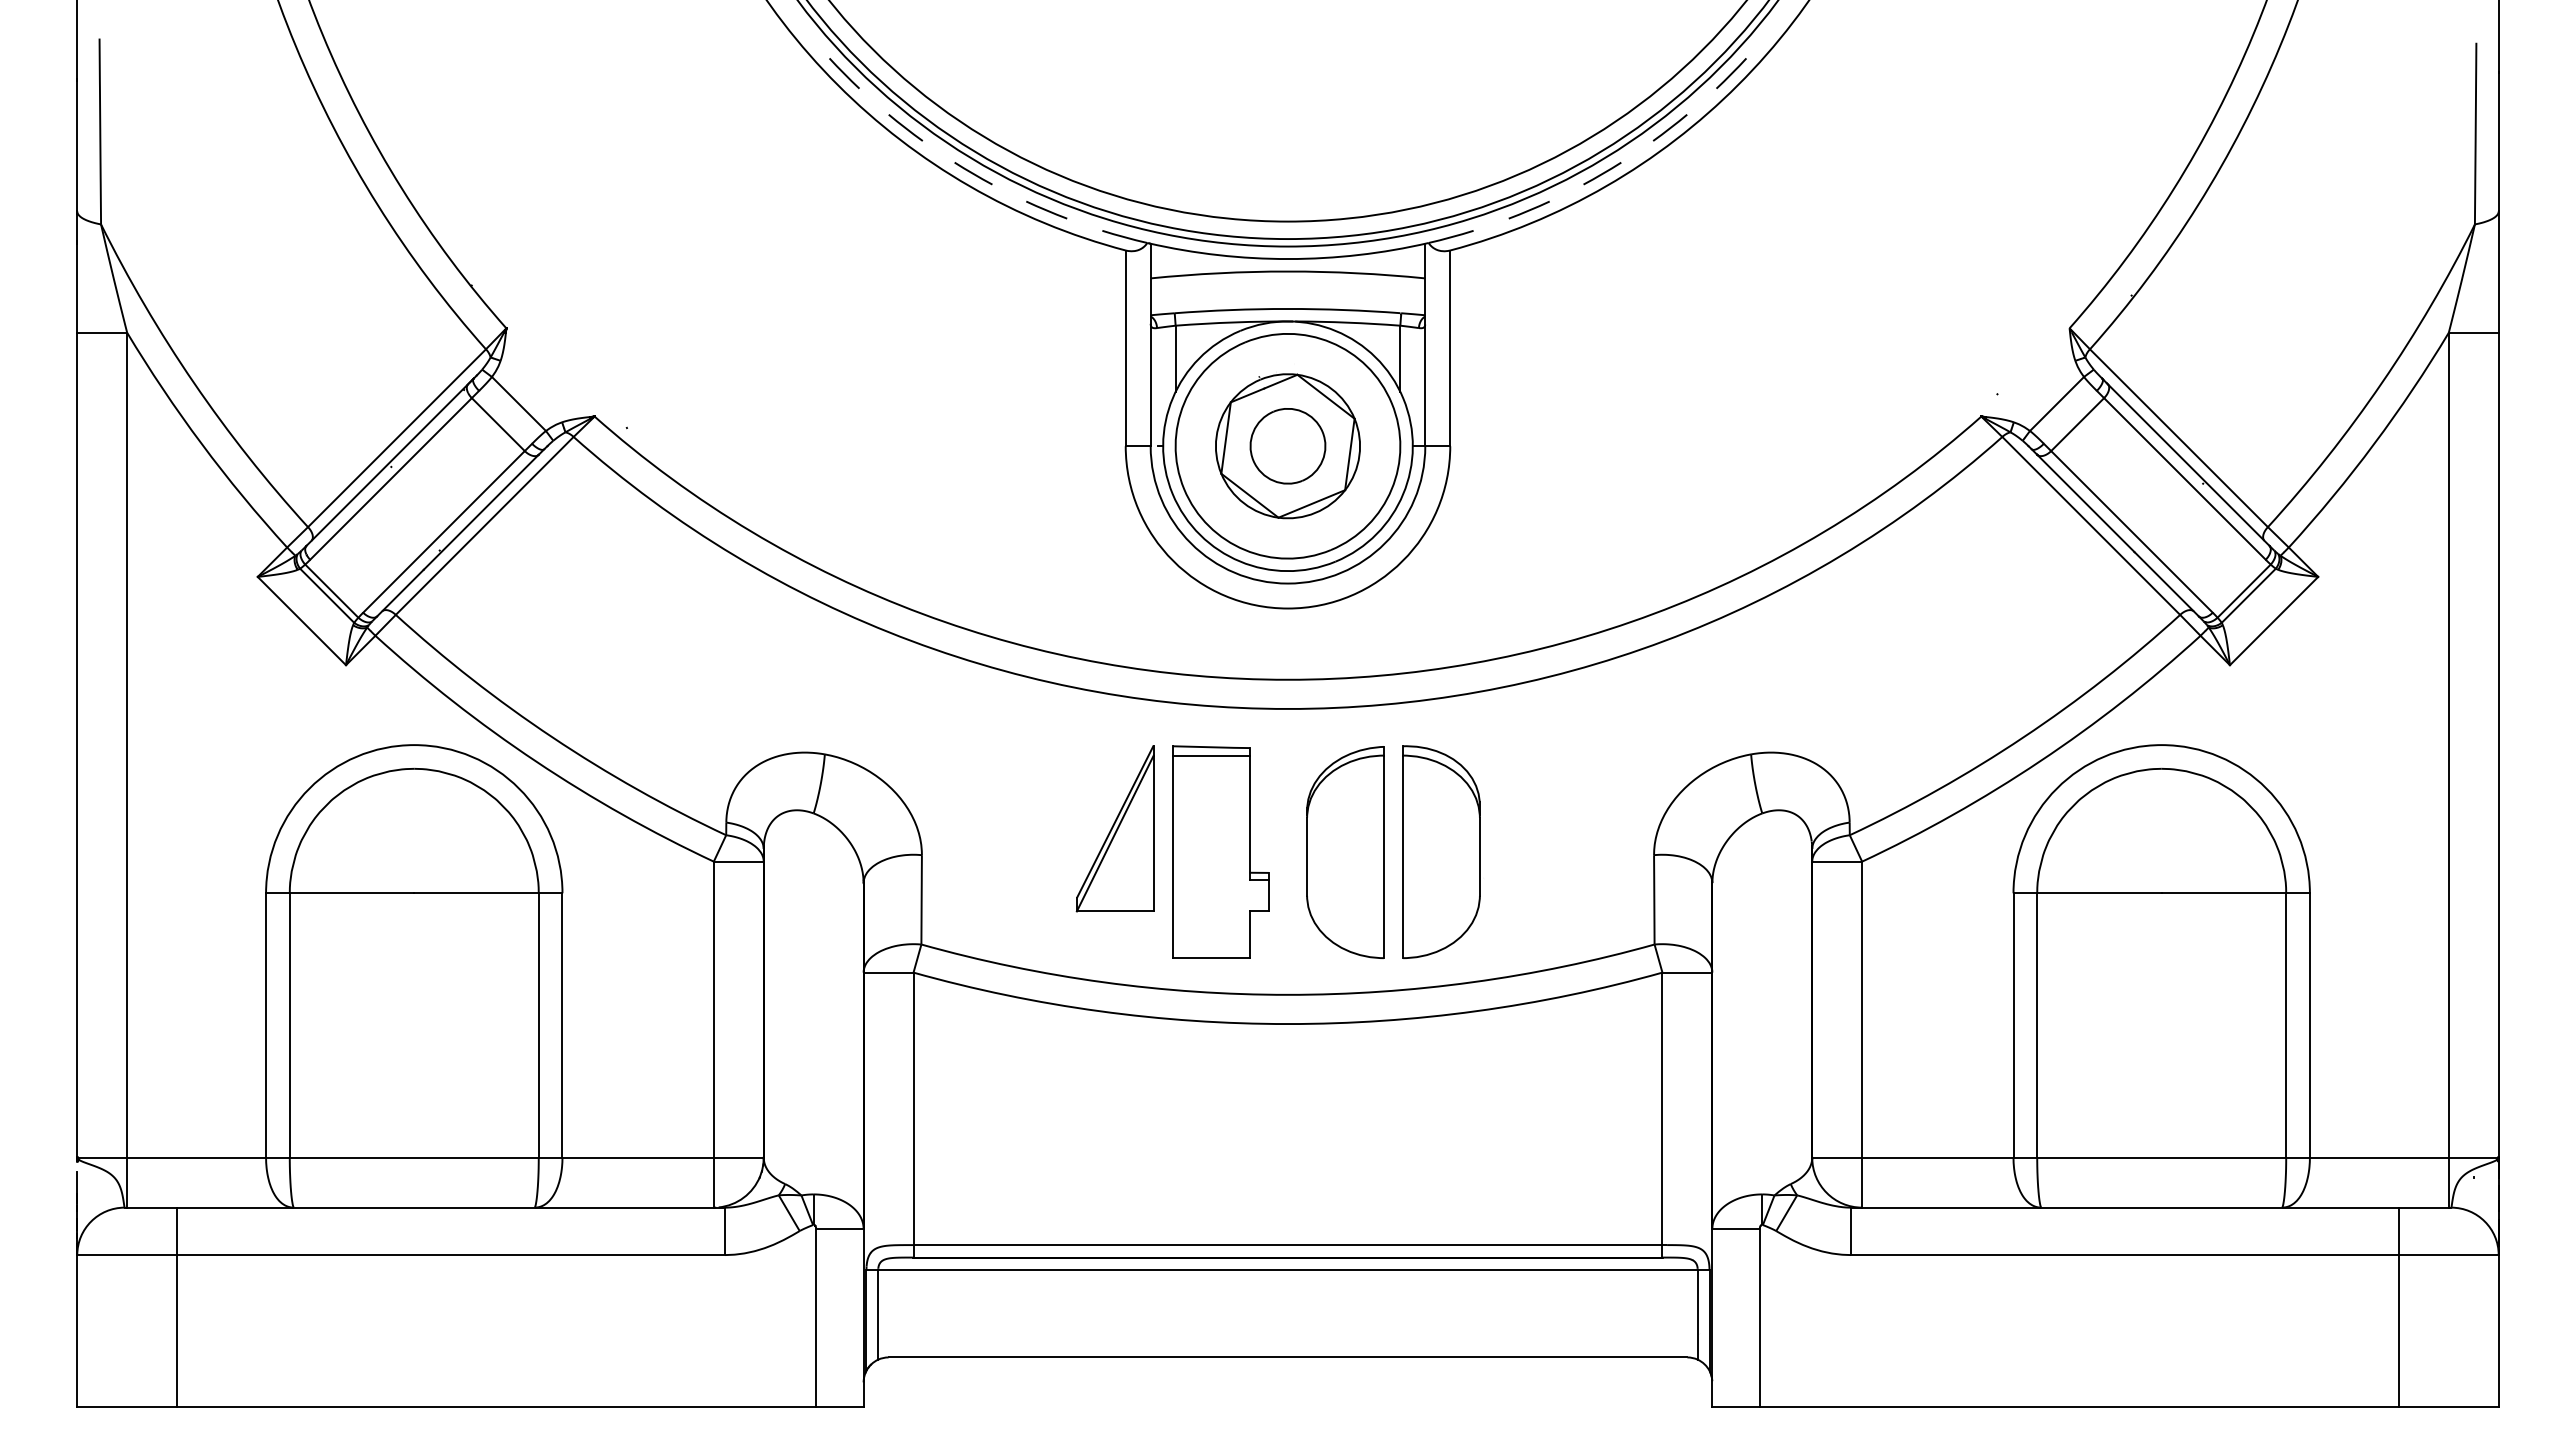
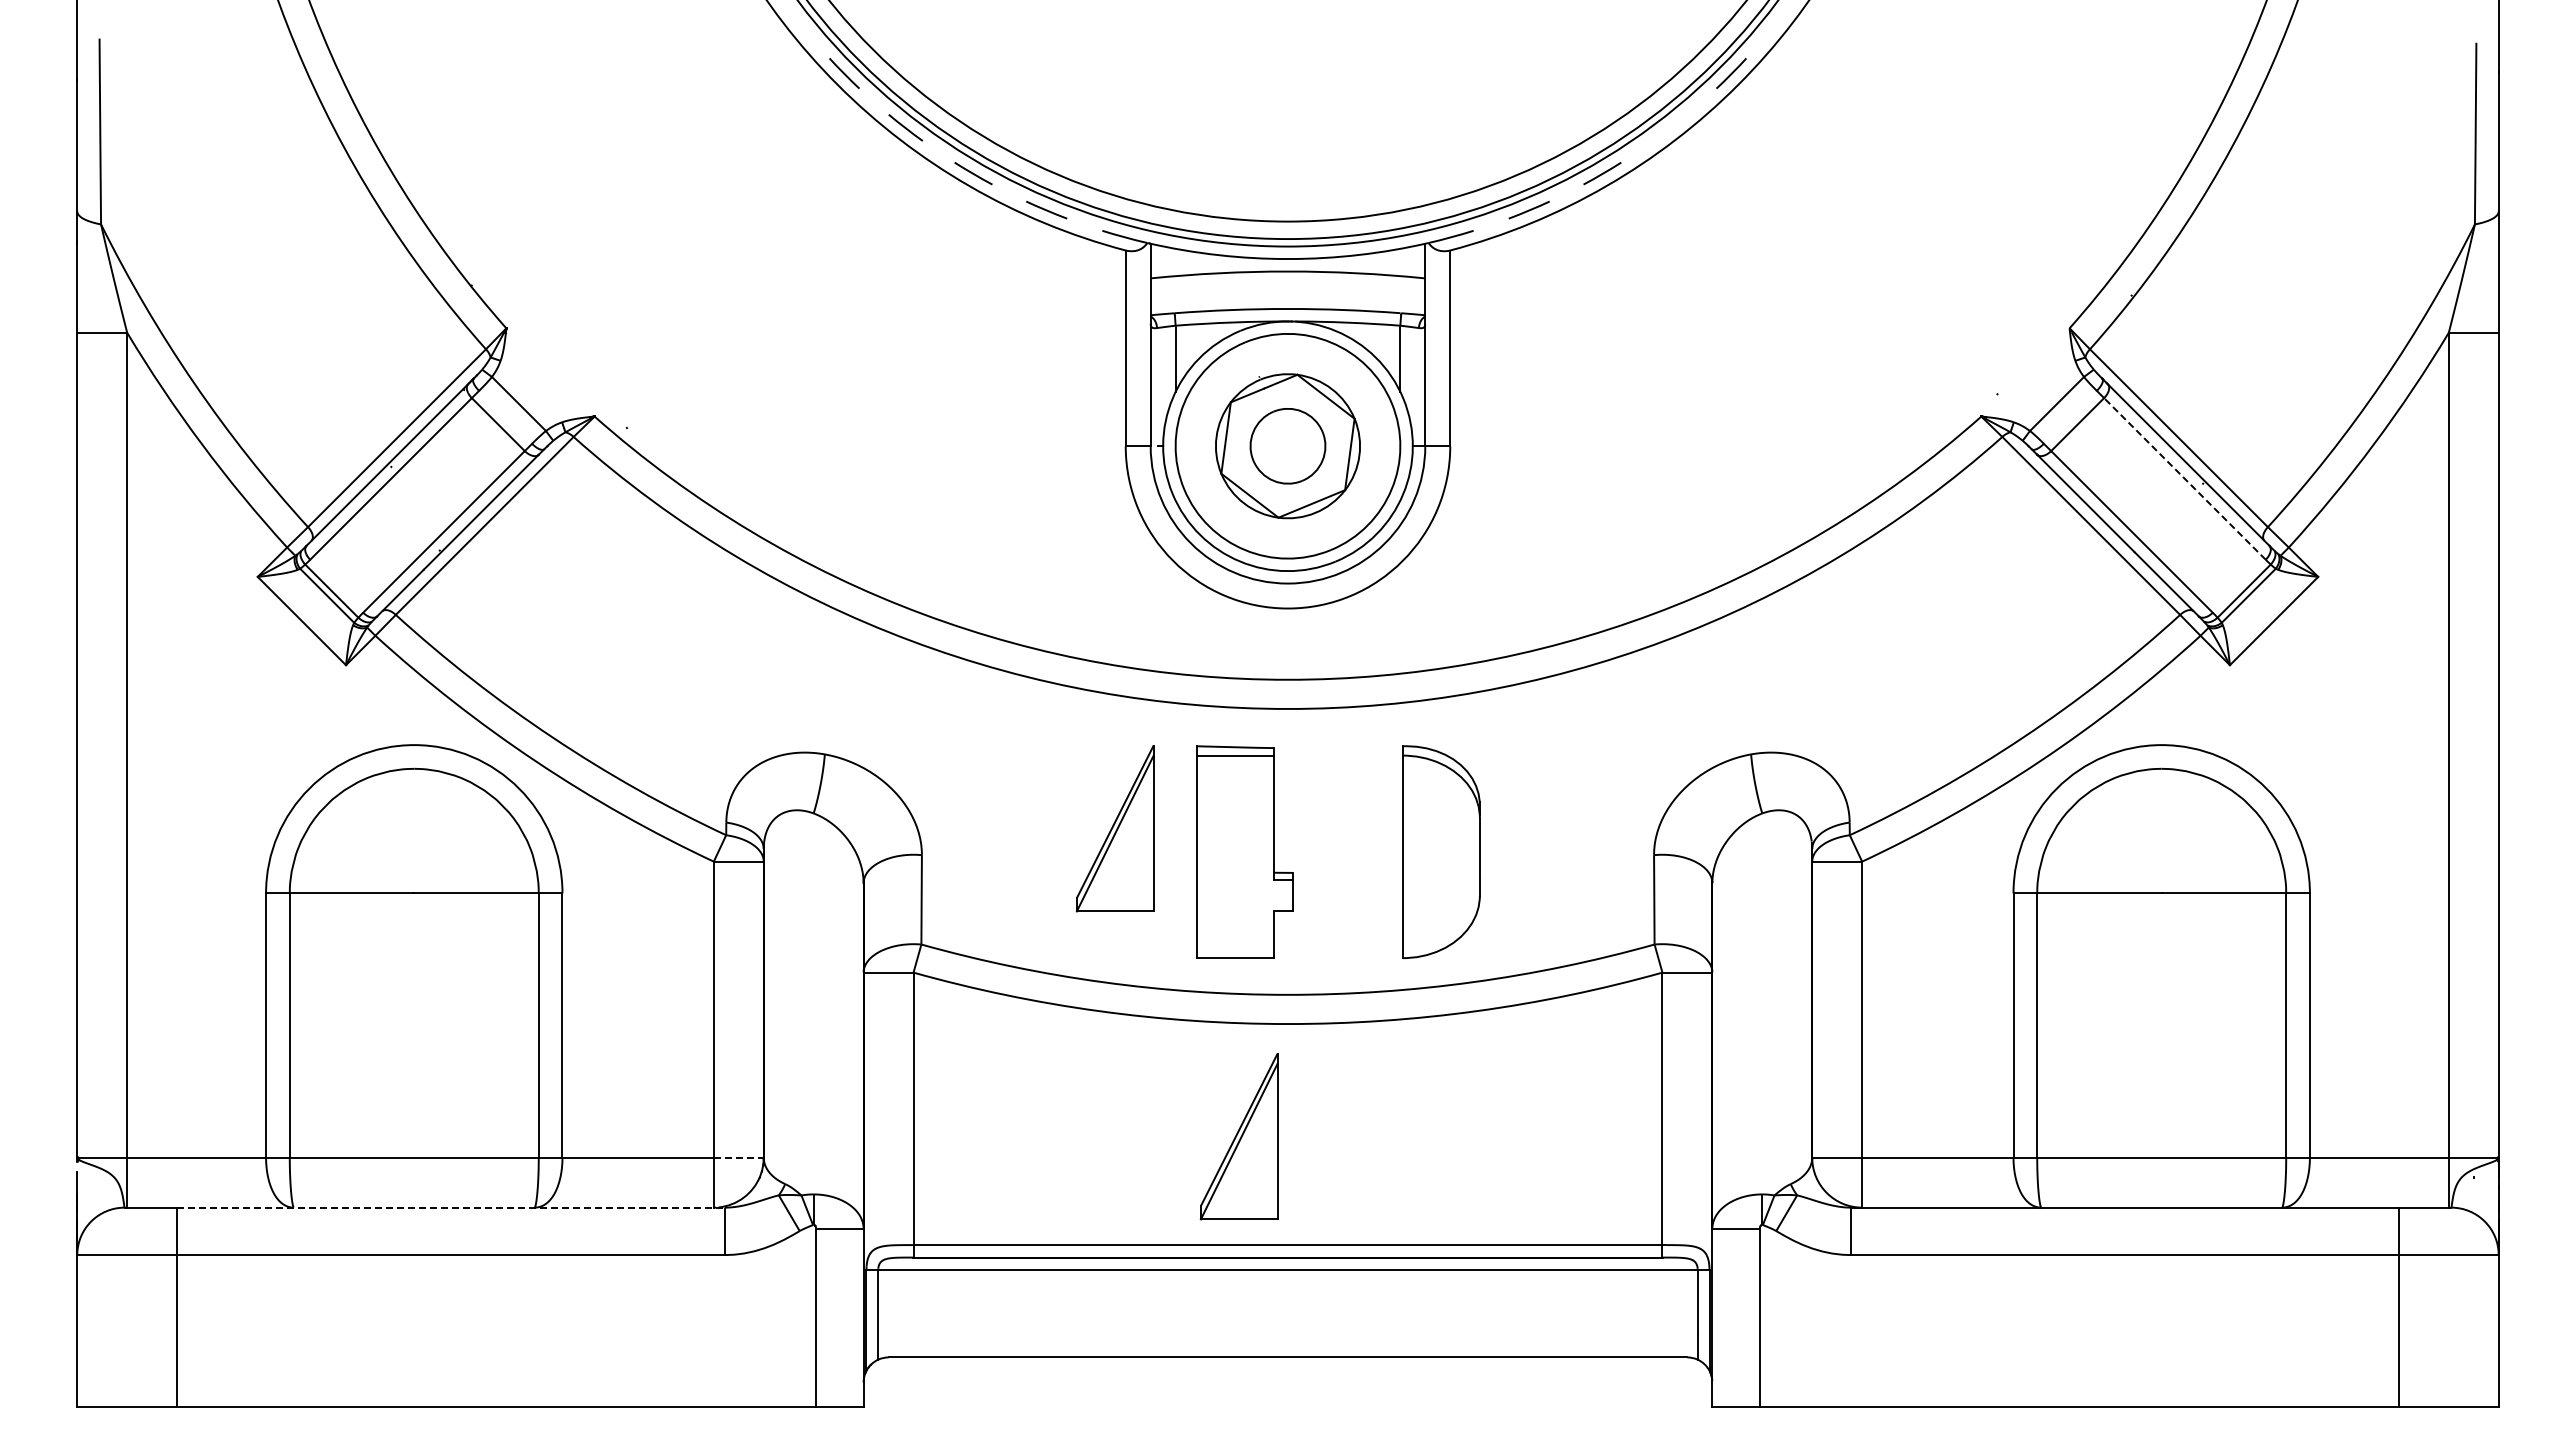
line at (1669, 127): present -> none
line at (2184, 478): solid -> dashed
part at (1220, 851) position: (1220, 851) -> (1244, 851)
part at (1345, 852): present -> none
part at (1238, 1136): none -> present
line at (738, 1157): solid -> dashed
line at (451, 1207): solid -> dashed
